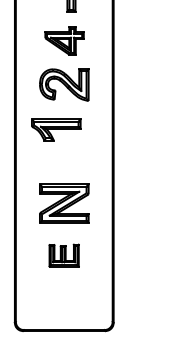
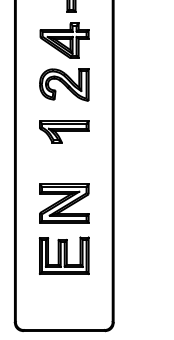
part at (64, 40) size: 41x30 px -> 51x37 px
part at (56, 129) position: (56, 129) -> (64, 131)
part at (63, 255) size: 32x25 px -> 52x39 px
